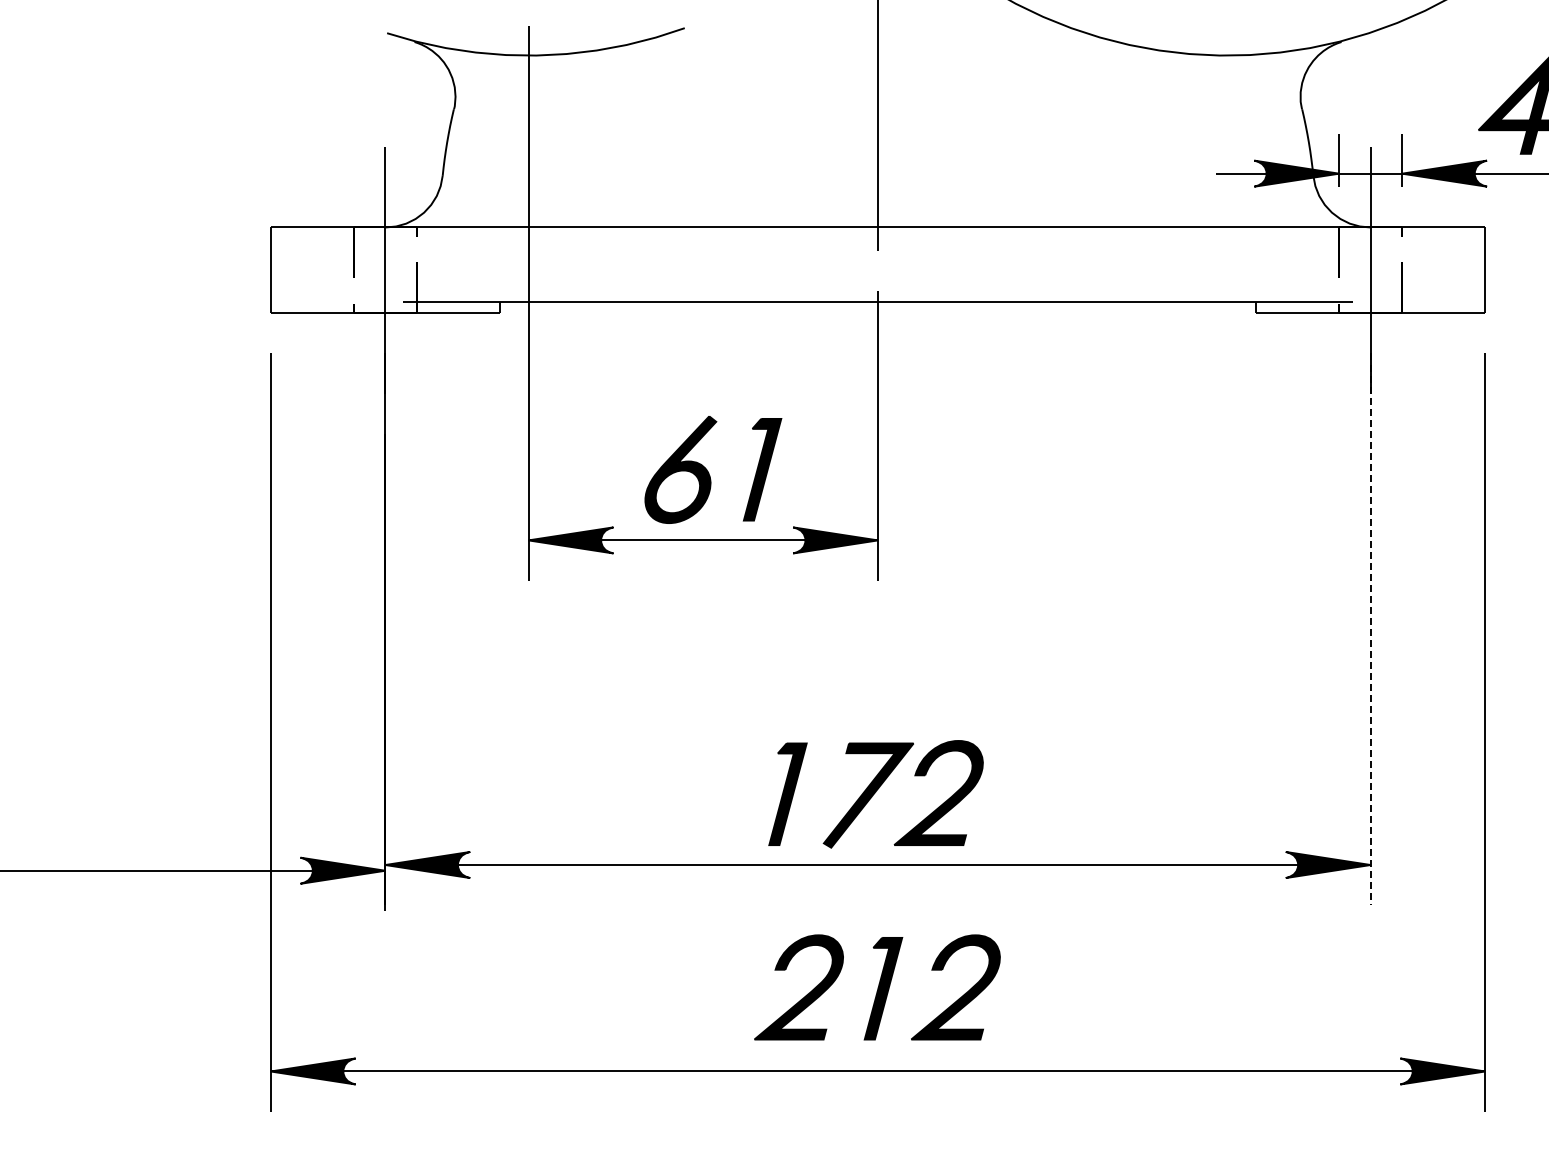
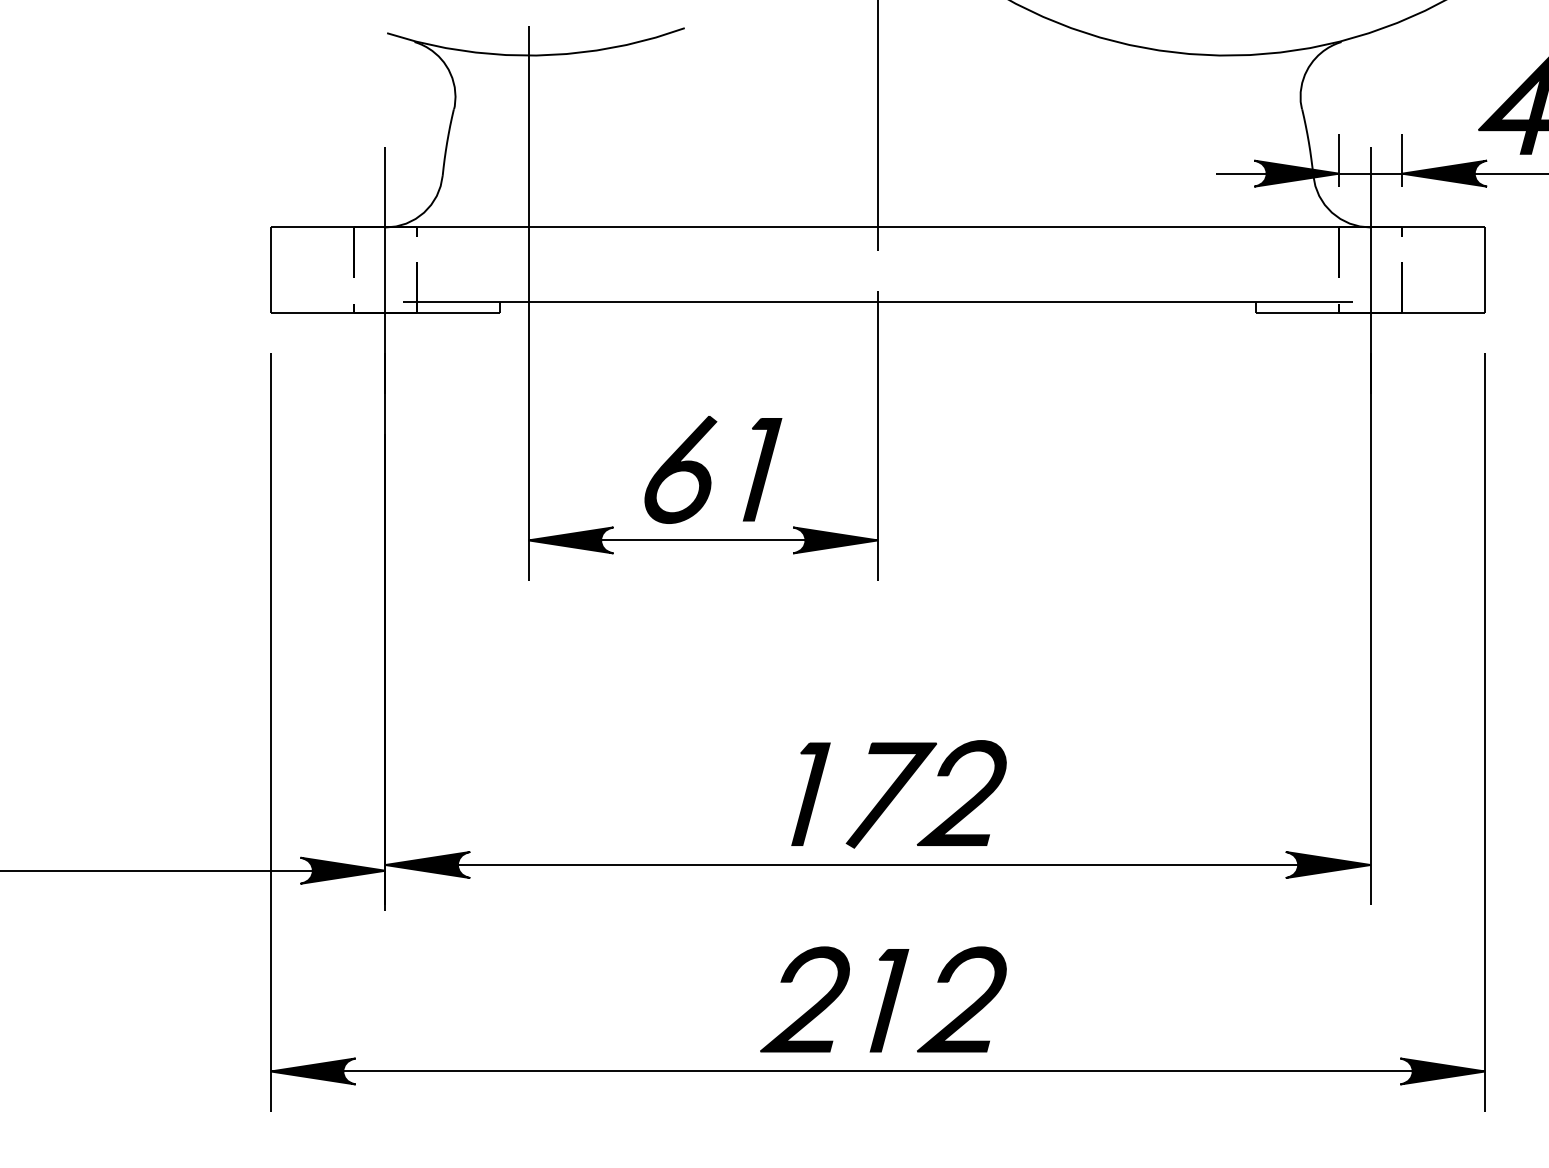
line at (1370, 629): dashed -> solid
part at (875, 794) position: (875, 794) -> (898, 794)
part at (877, 987) position: (877, 987) -> (883, 999)
